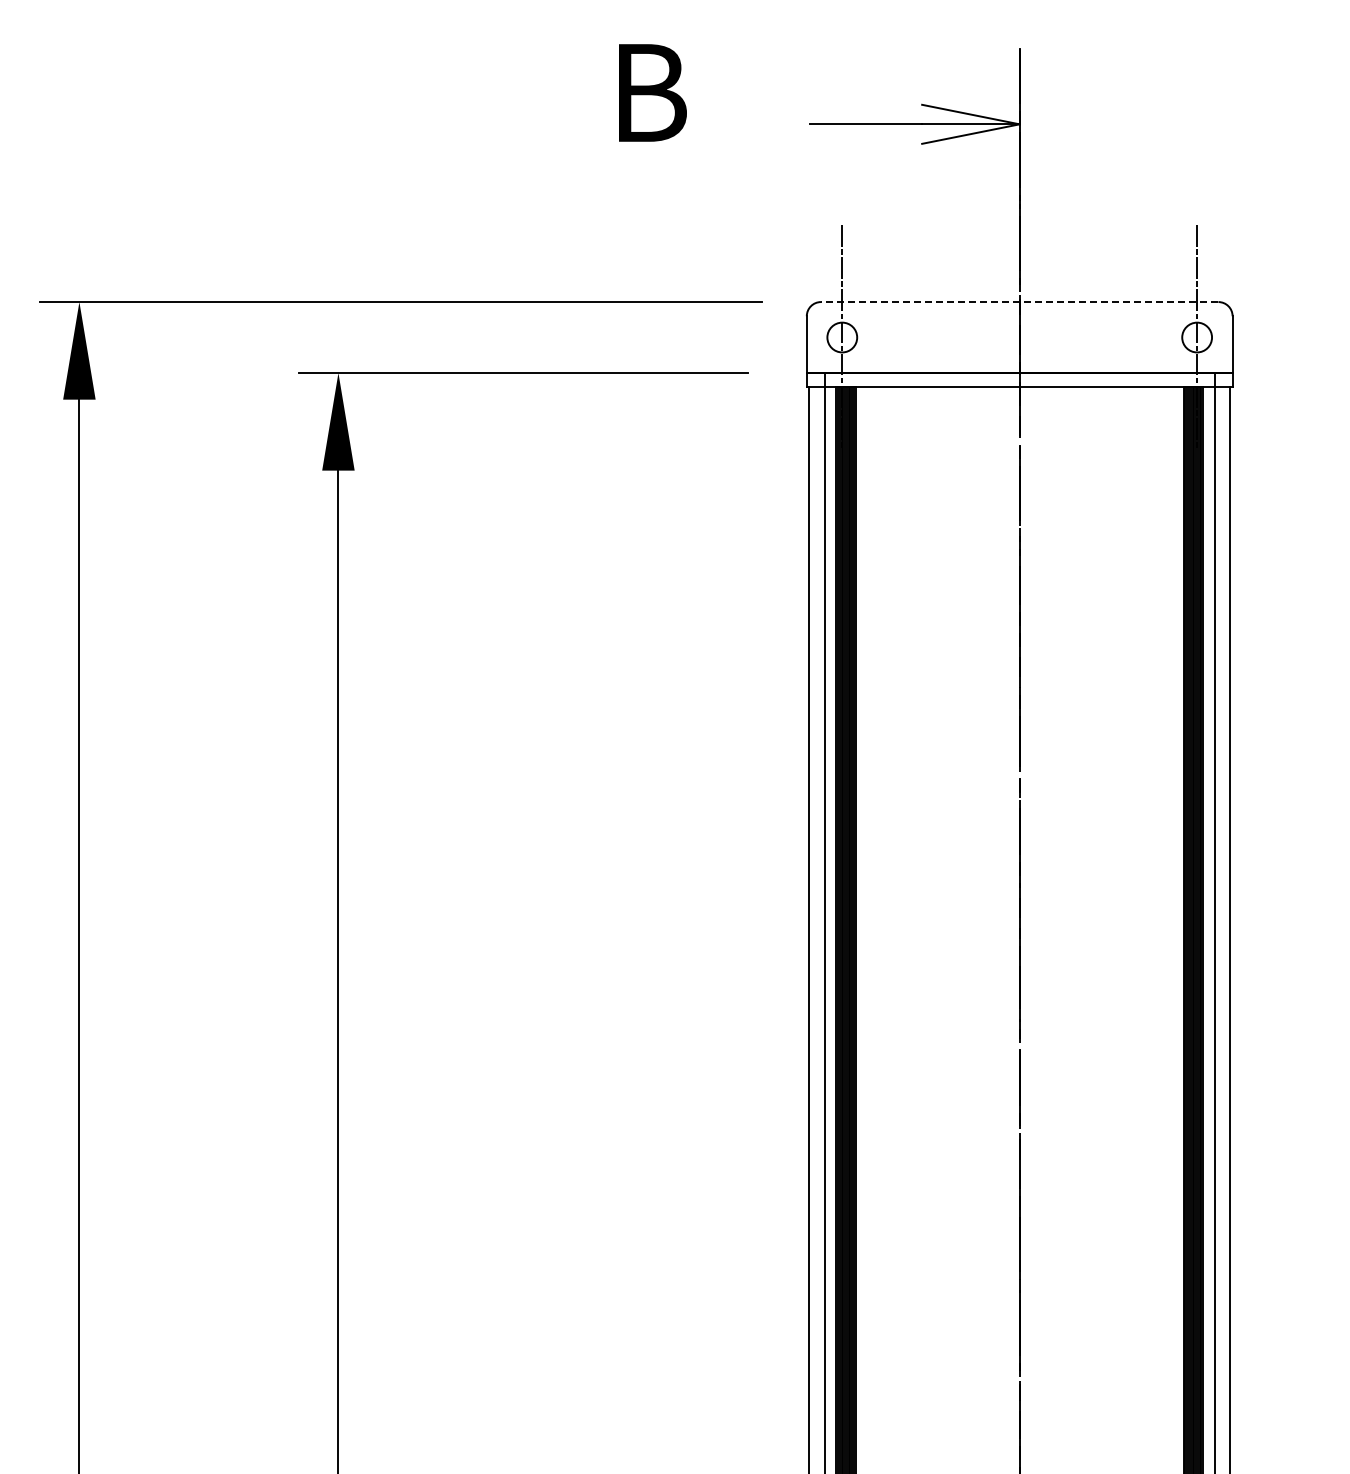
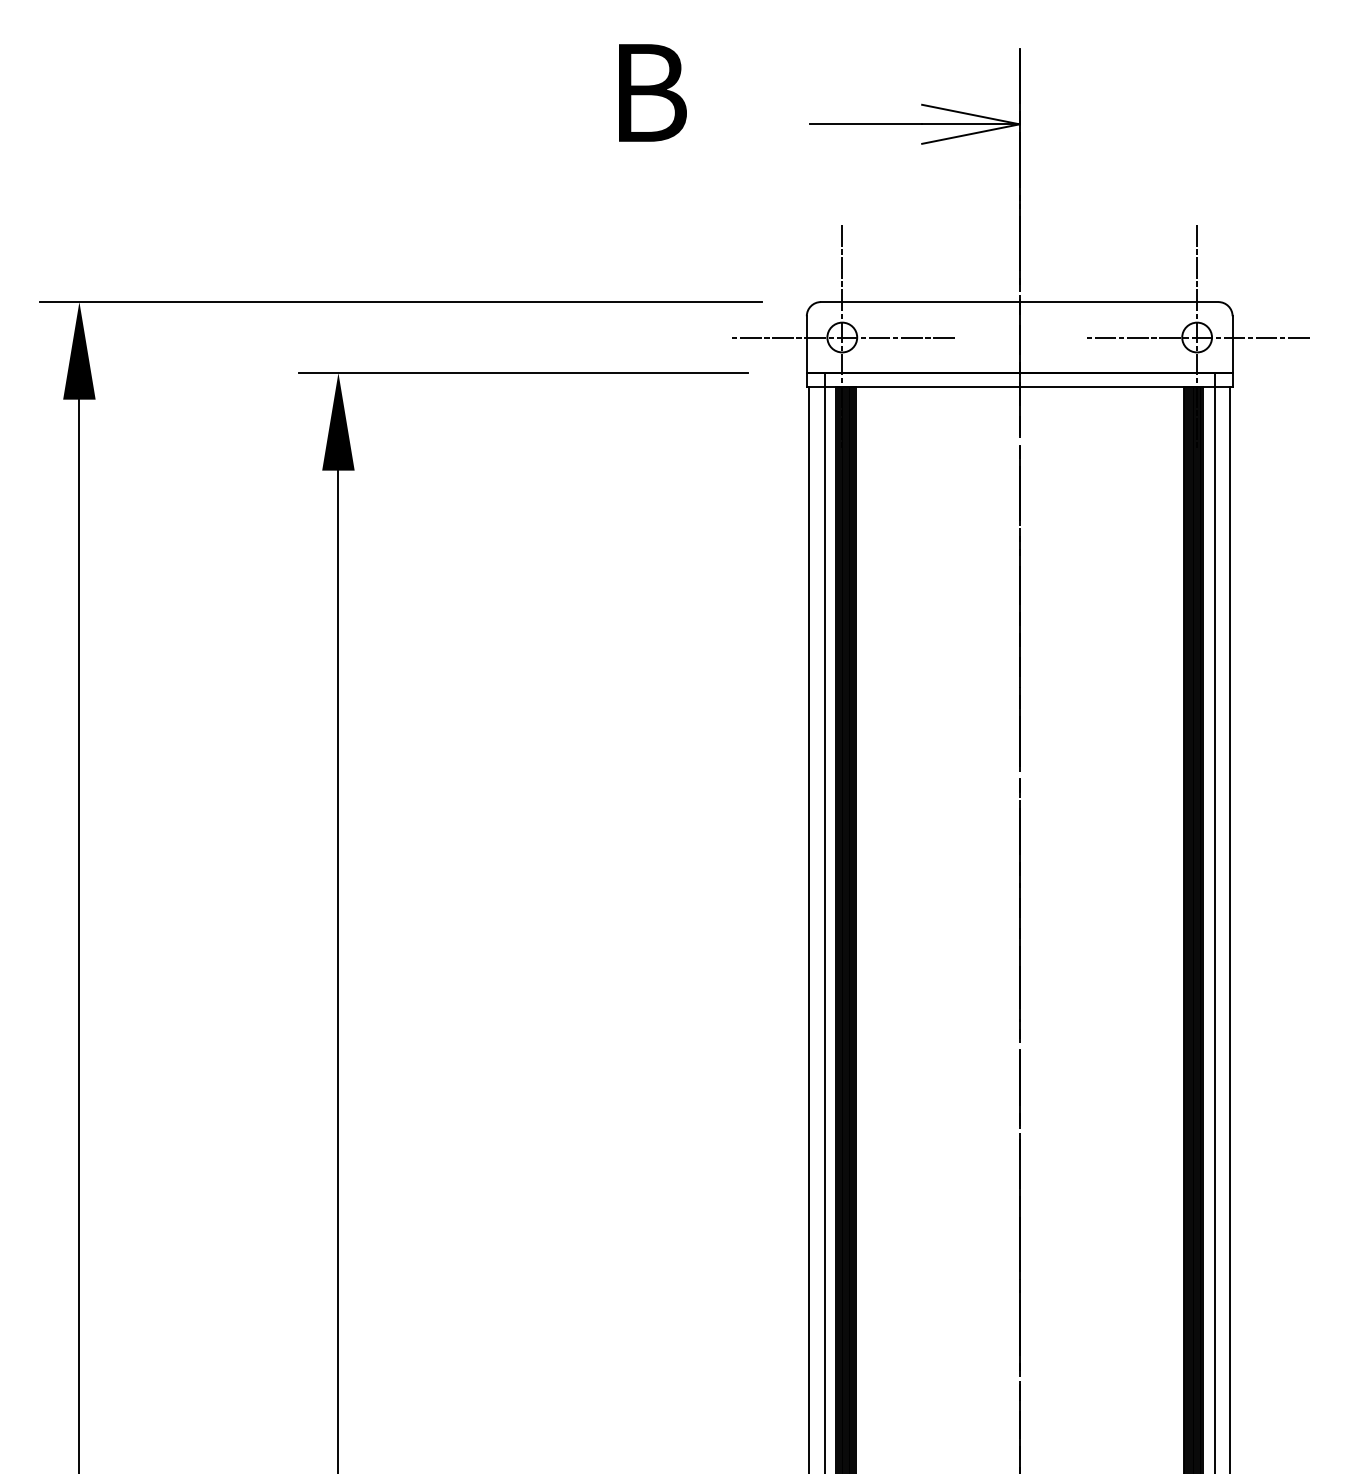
line at (1019, 302): dashed -> solid
line at (841, 337): none -> present
line at (1196, 337): none -> present
